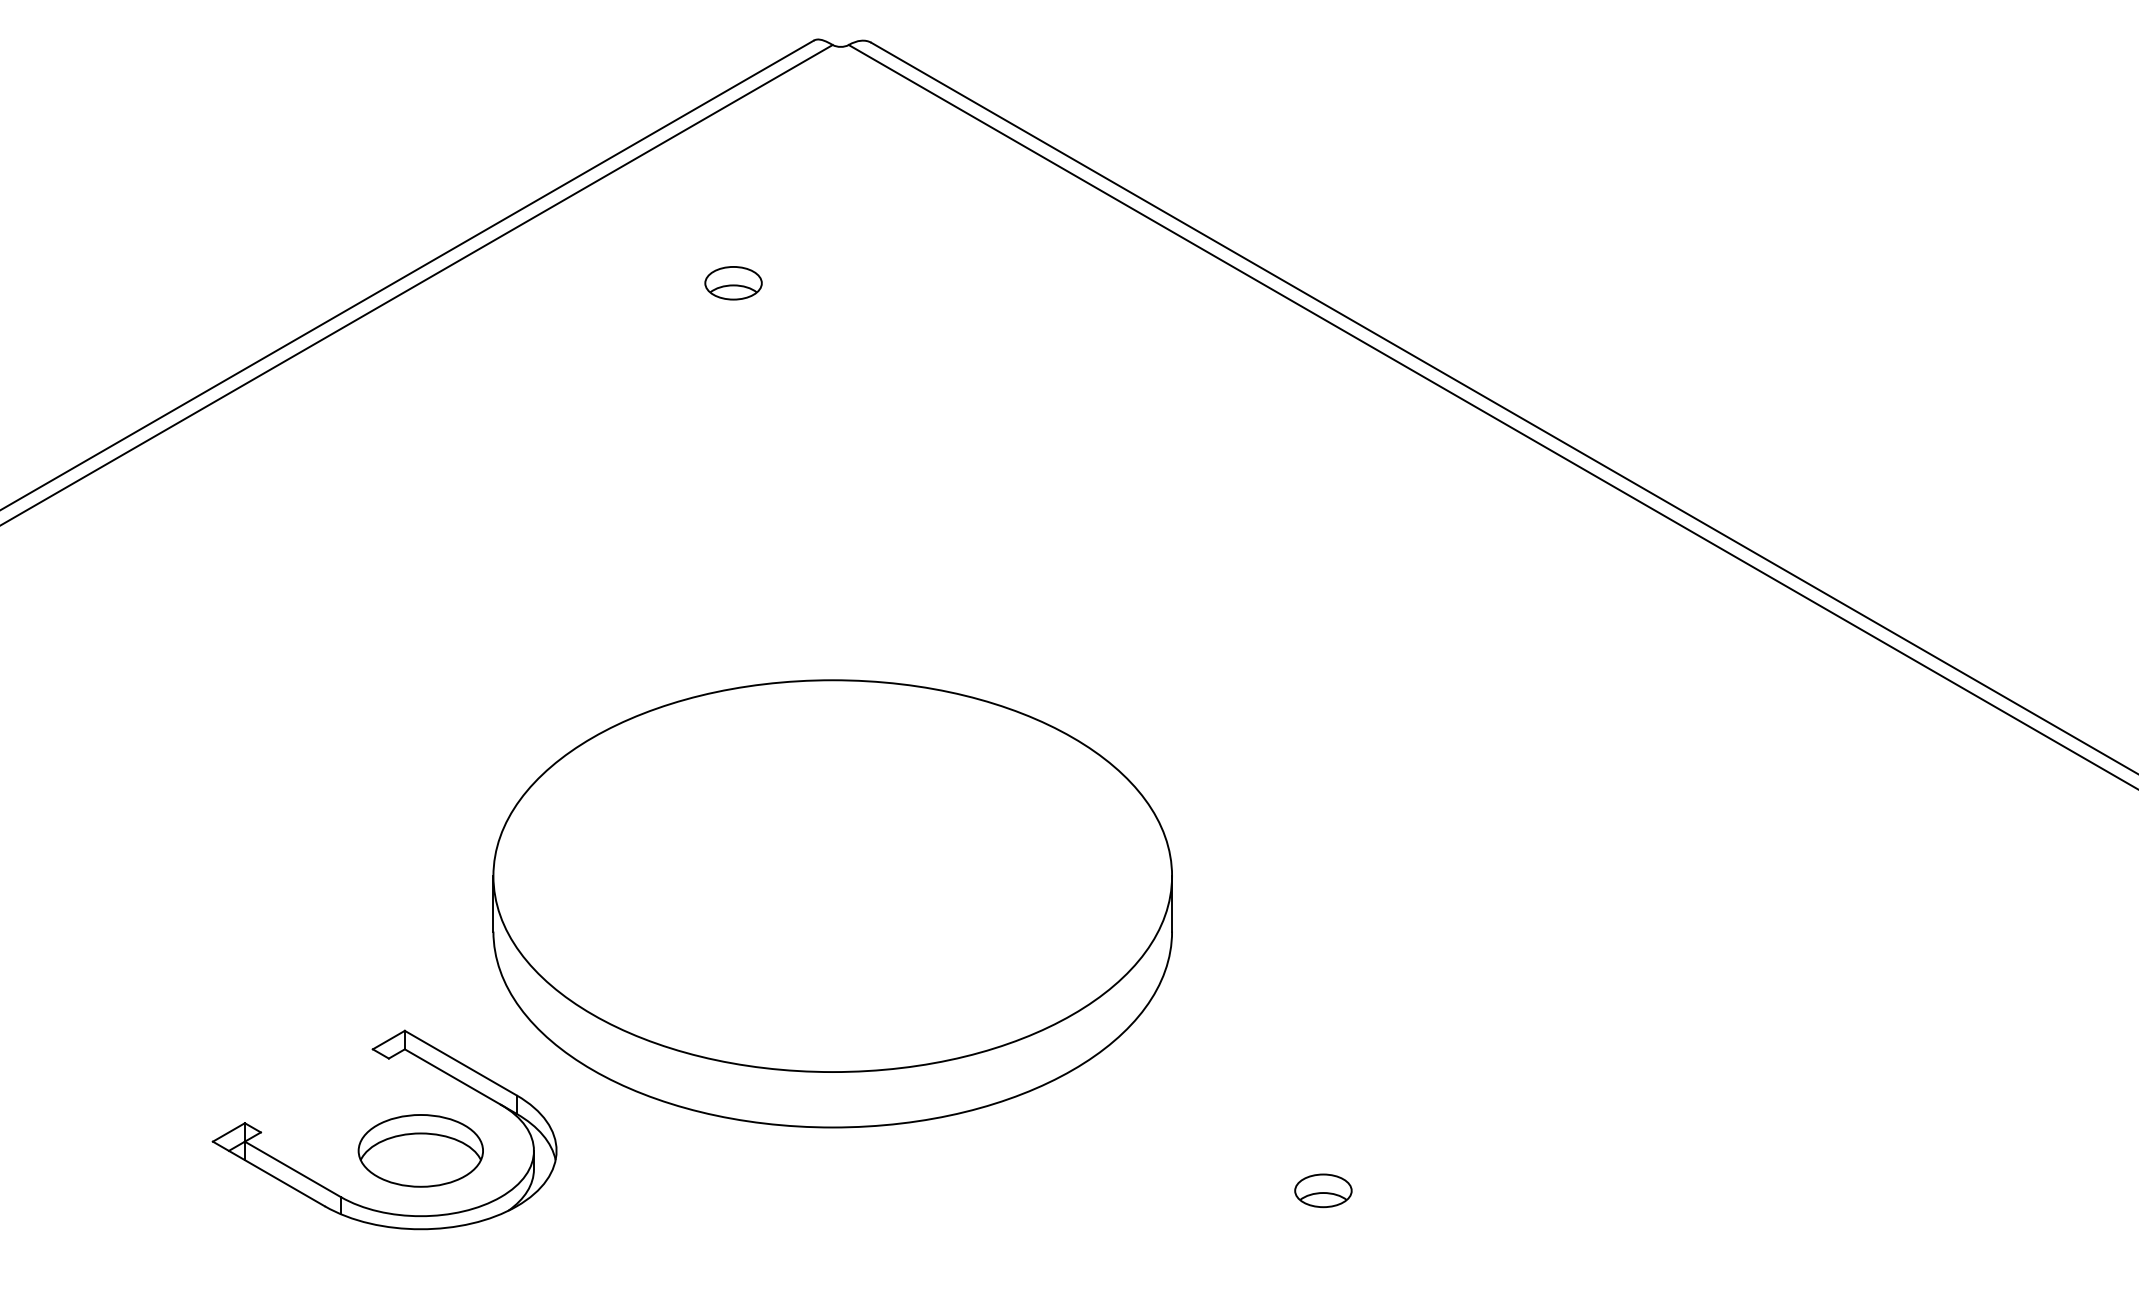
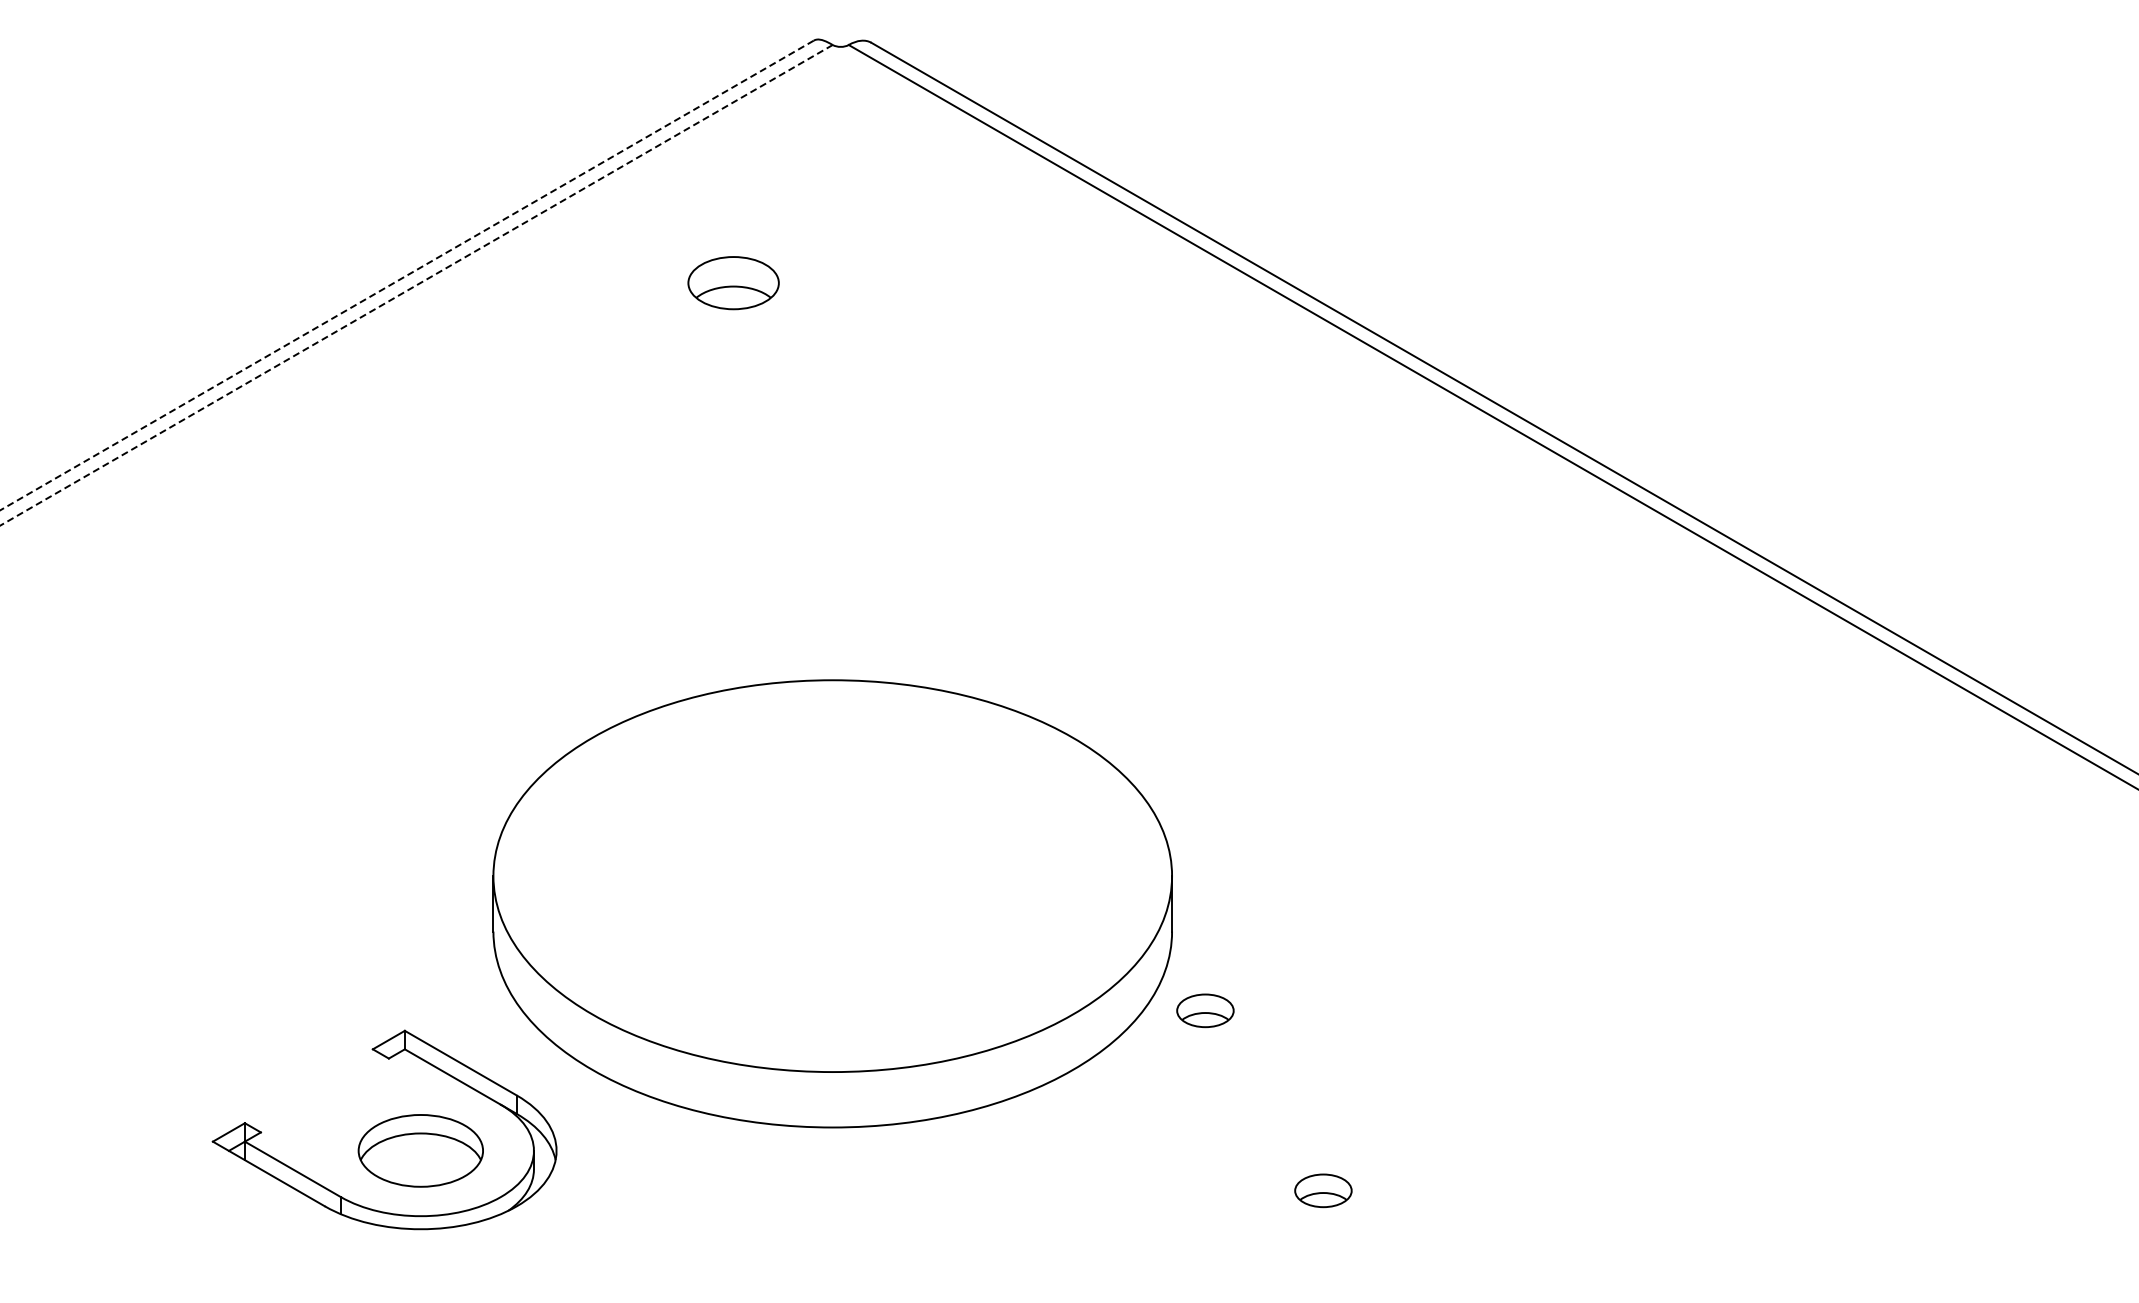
line at (406, 275): solid -> dashed
part at (733, 283) size: 59x35 px -> 93x55 px
line at (416, 285): solid -> dashed
part at (1205, 1010): none -> present
